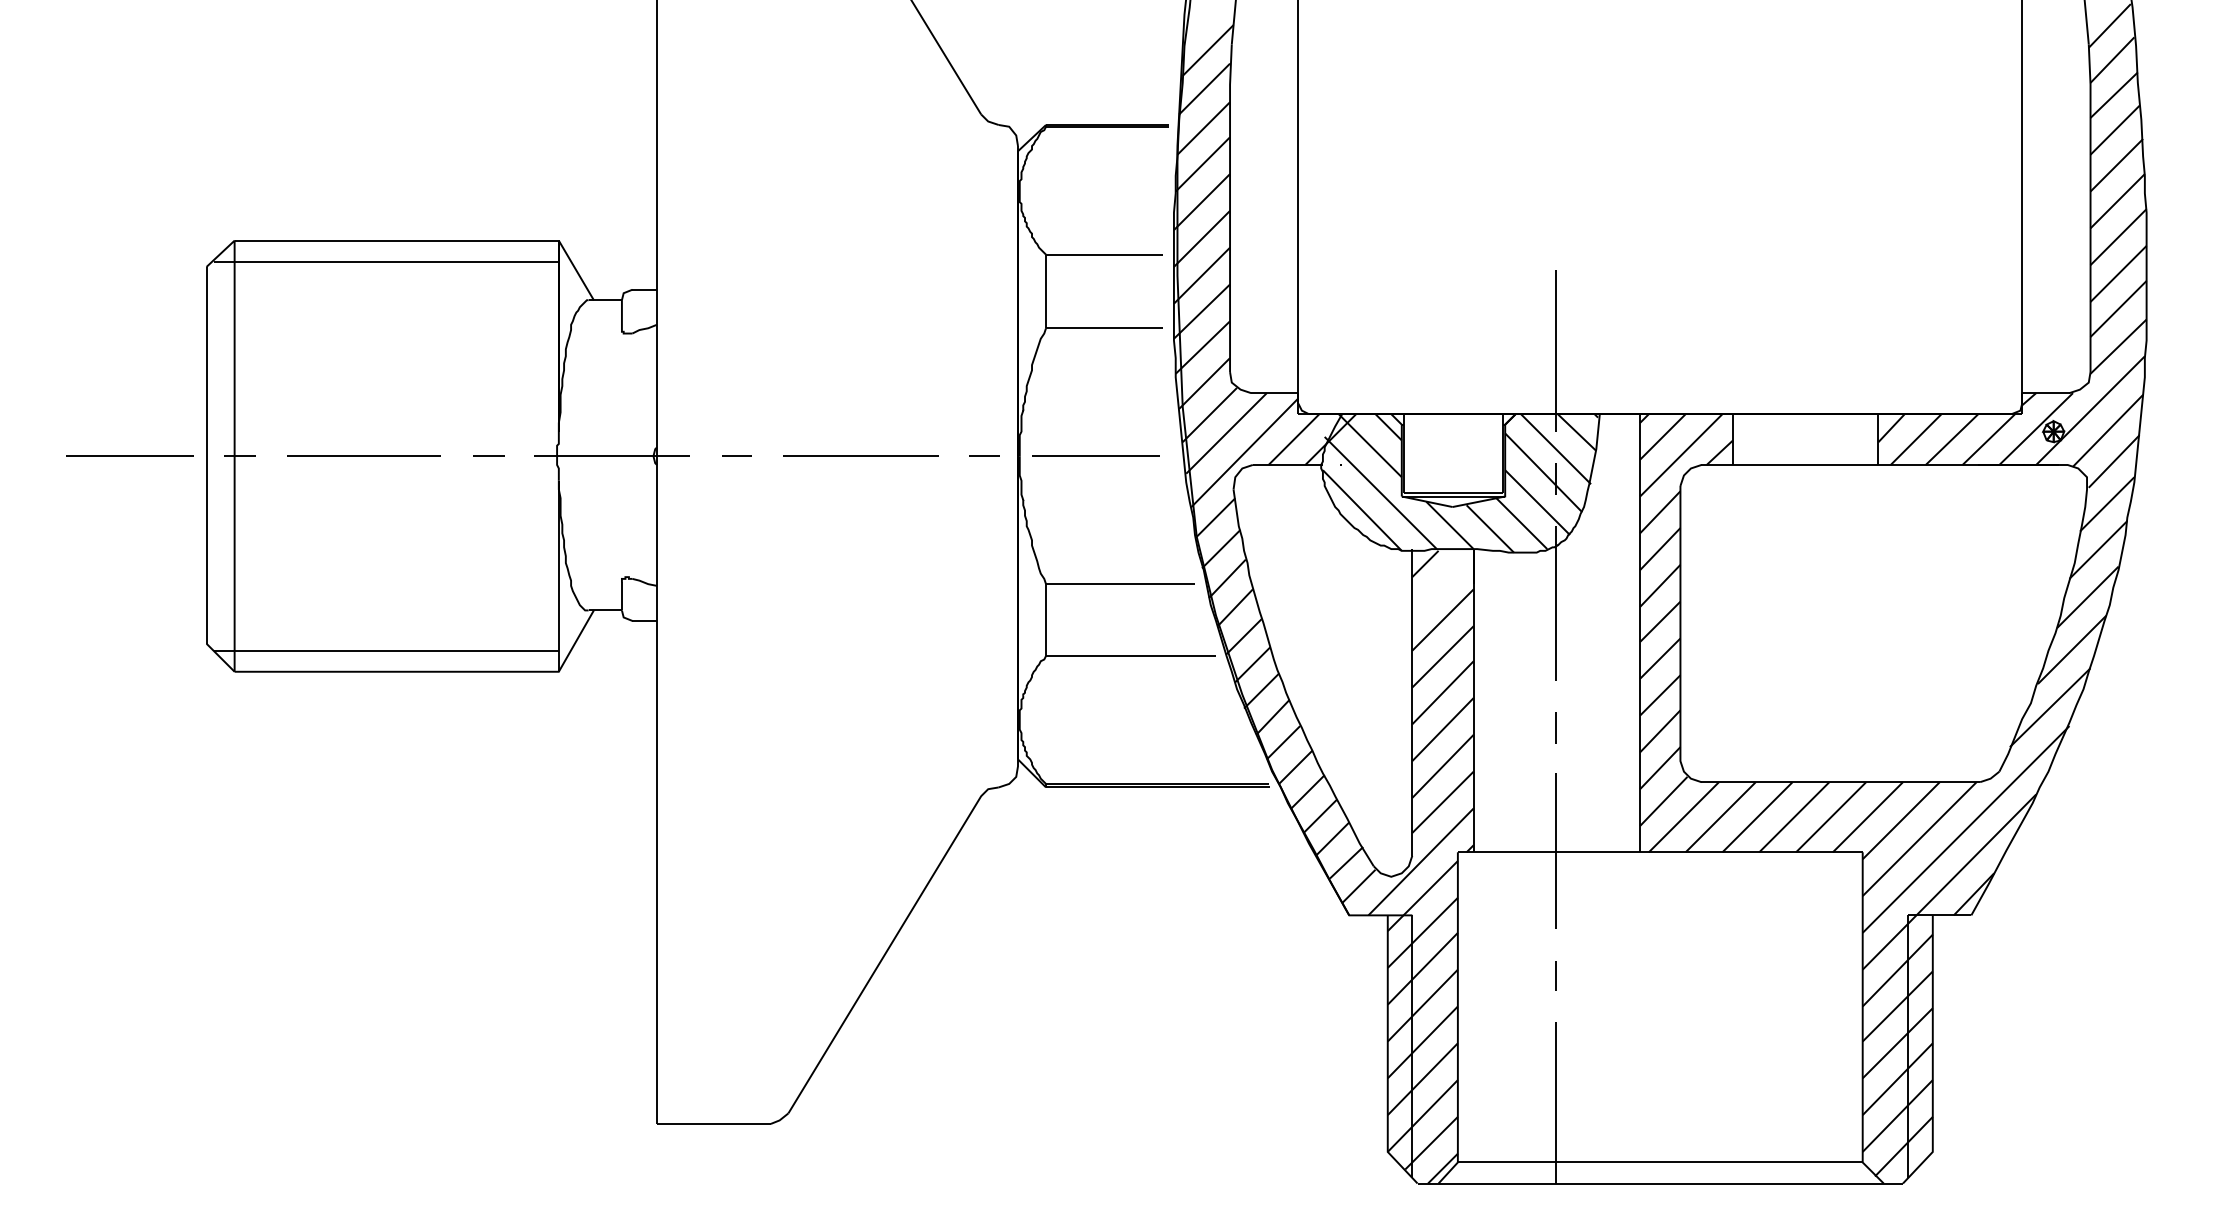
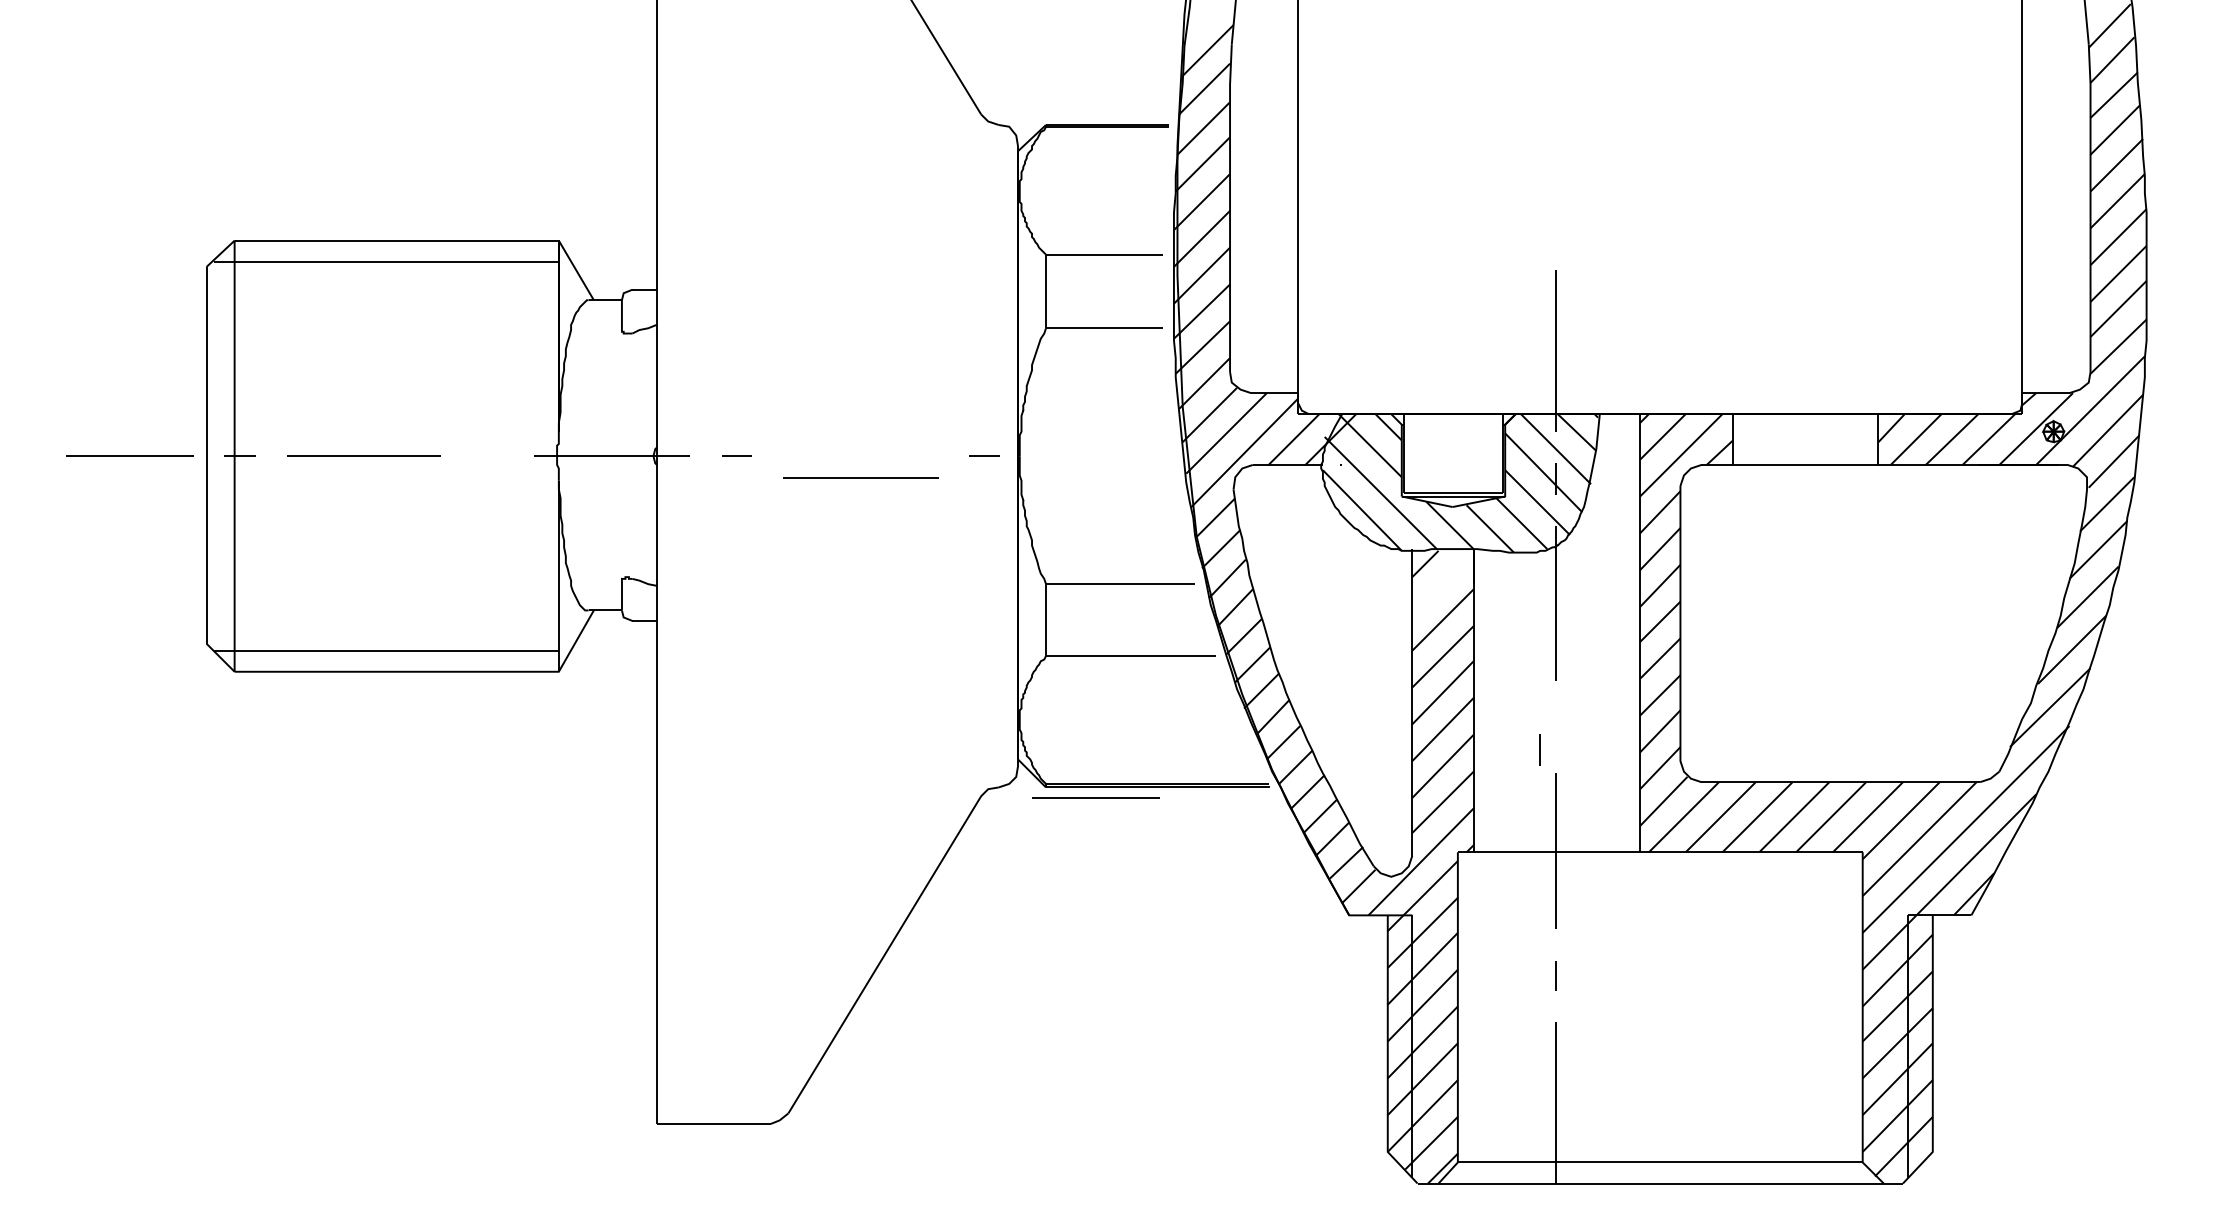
line at (488, 455): present -> none
line at (860, 455) position: (860, 455) -> (860, 477)
line at (1095, 455) position: (1095, 455) -> (1095, 797)
line at (1555, 727) position: (1555, 727) -> (1539, 749)
